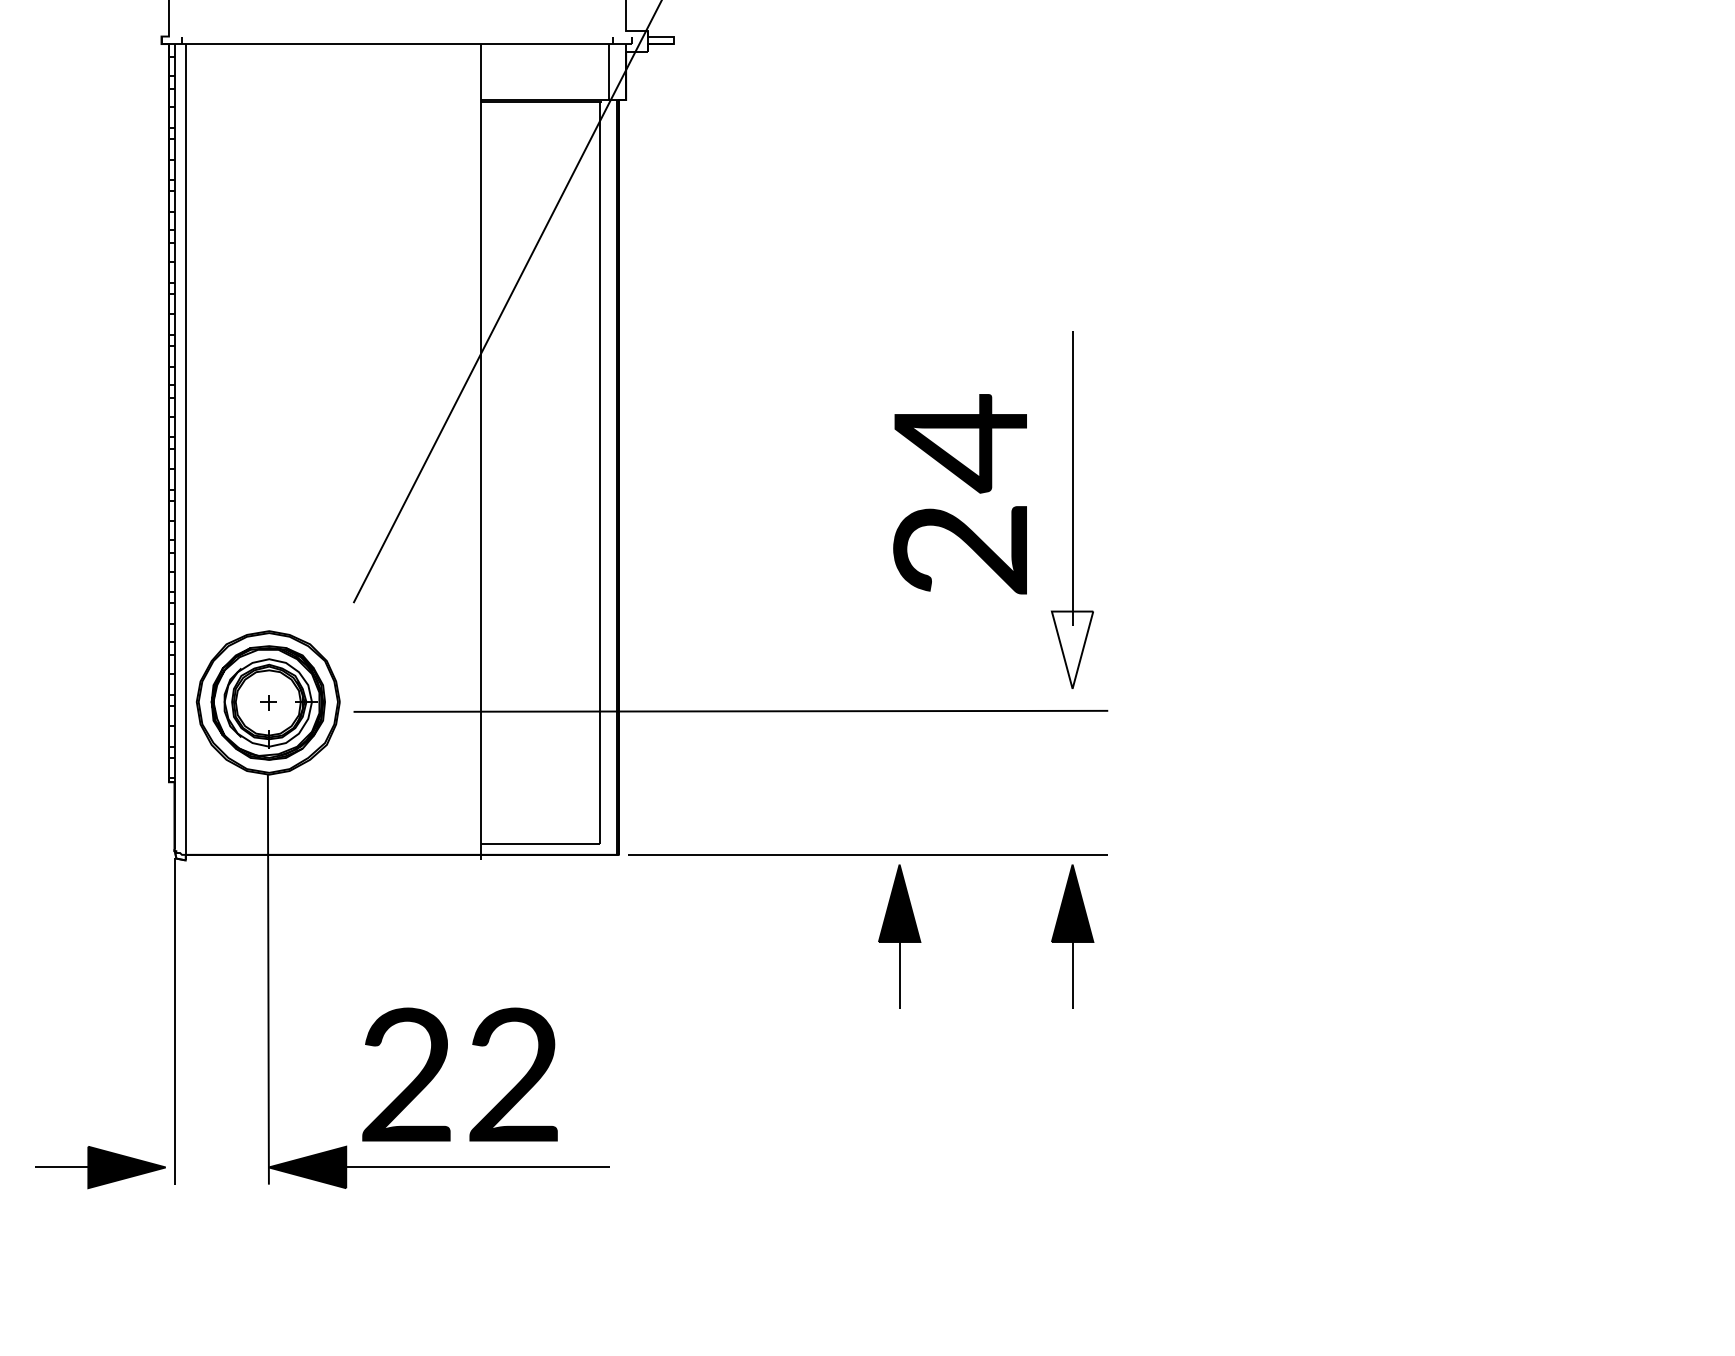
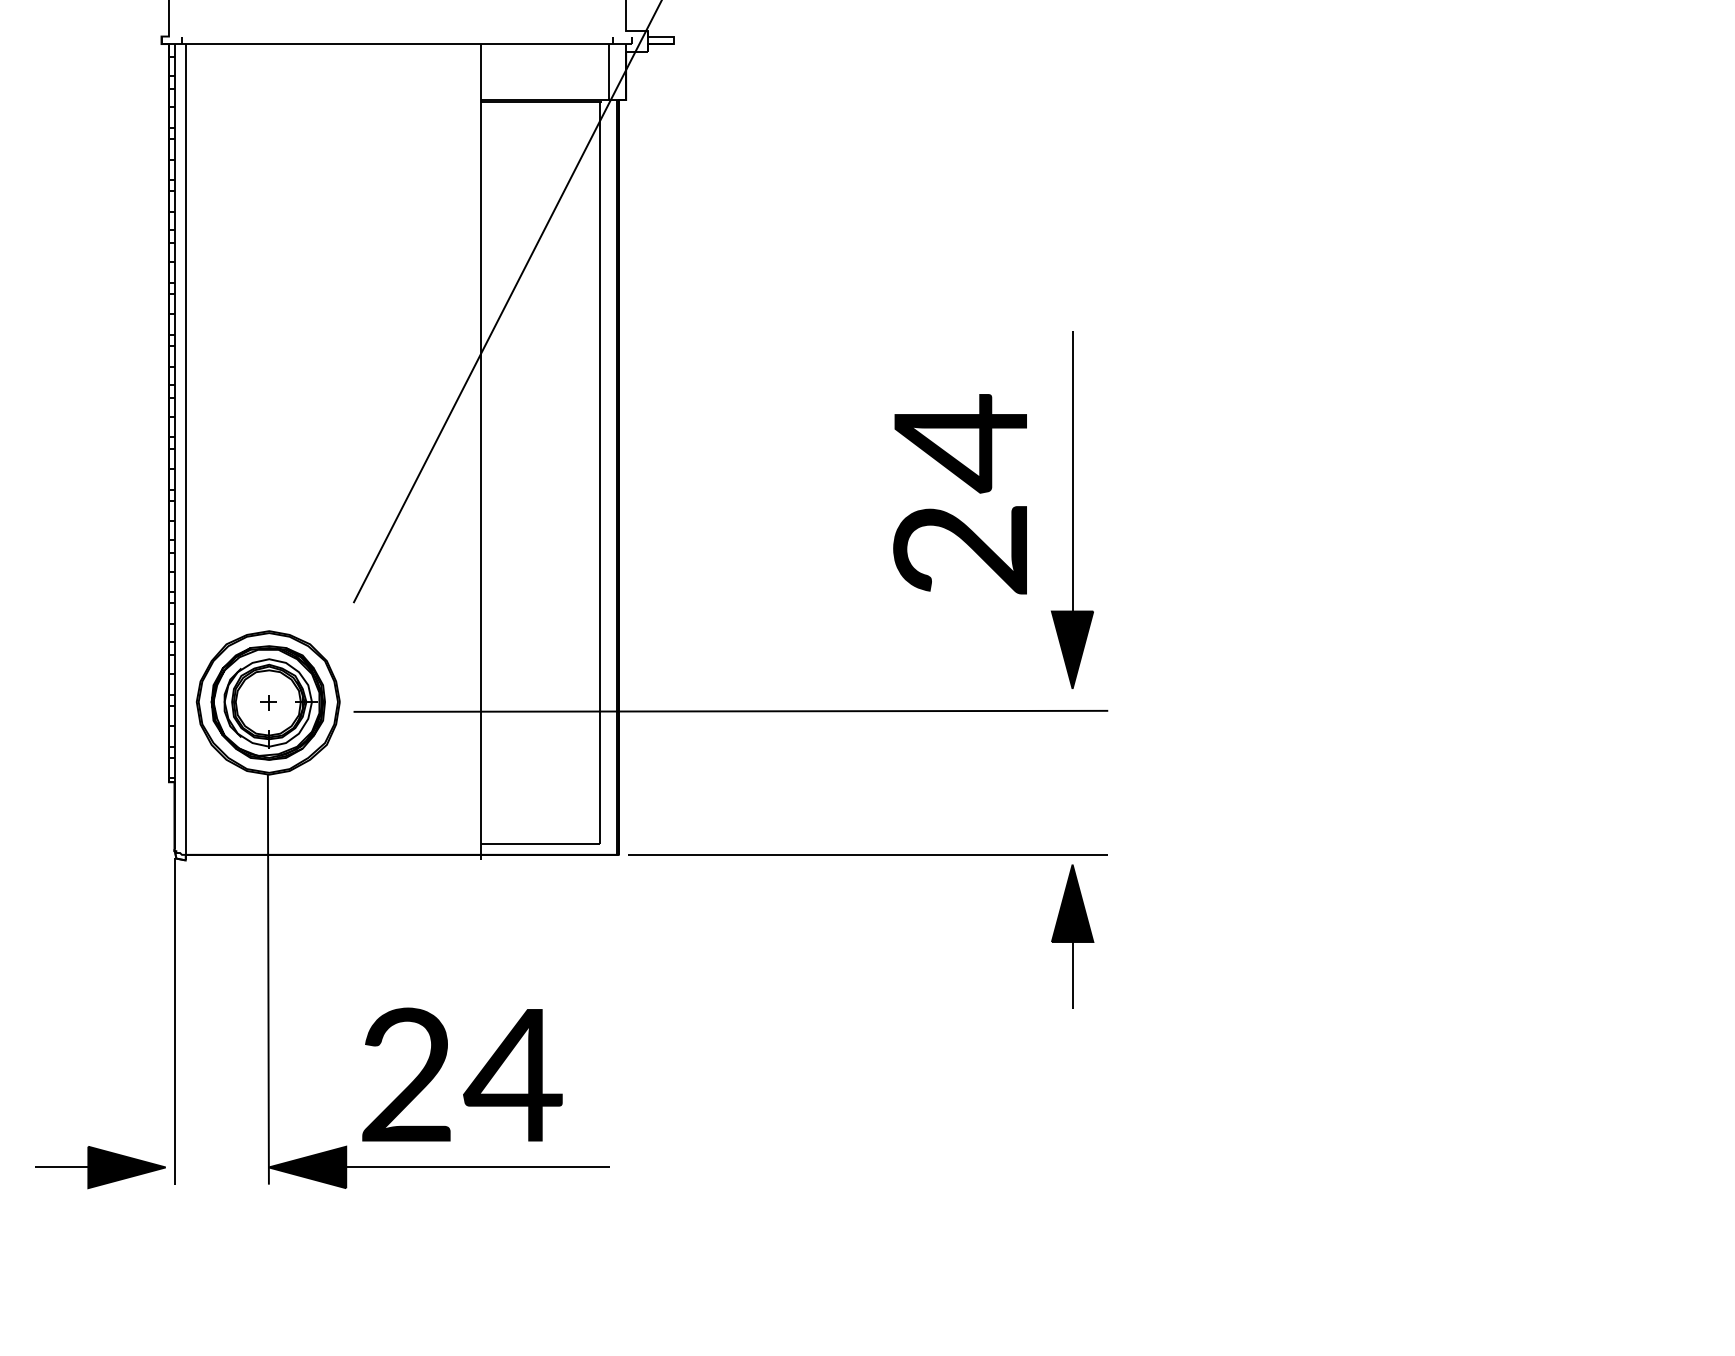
fill at (1072, 649): none -> present
part at (899, 936): present -> none
text at (512, 1074): 22 -> 24
